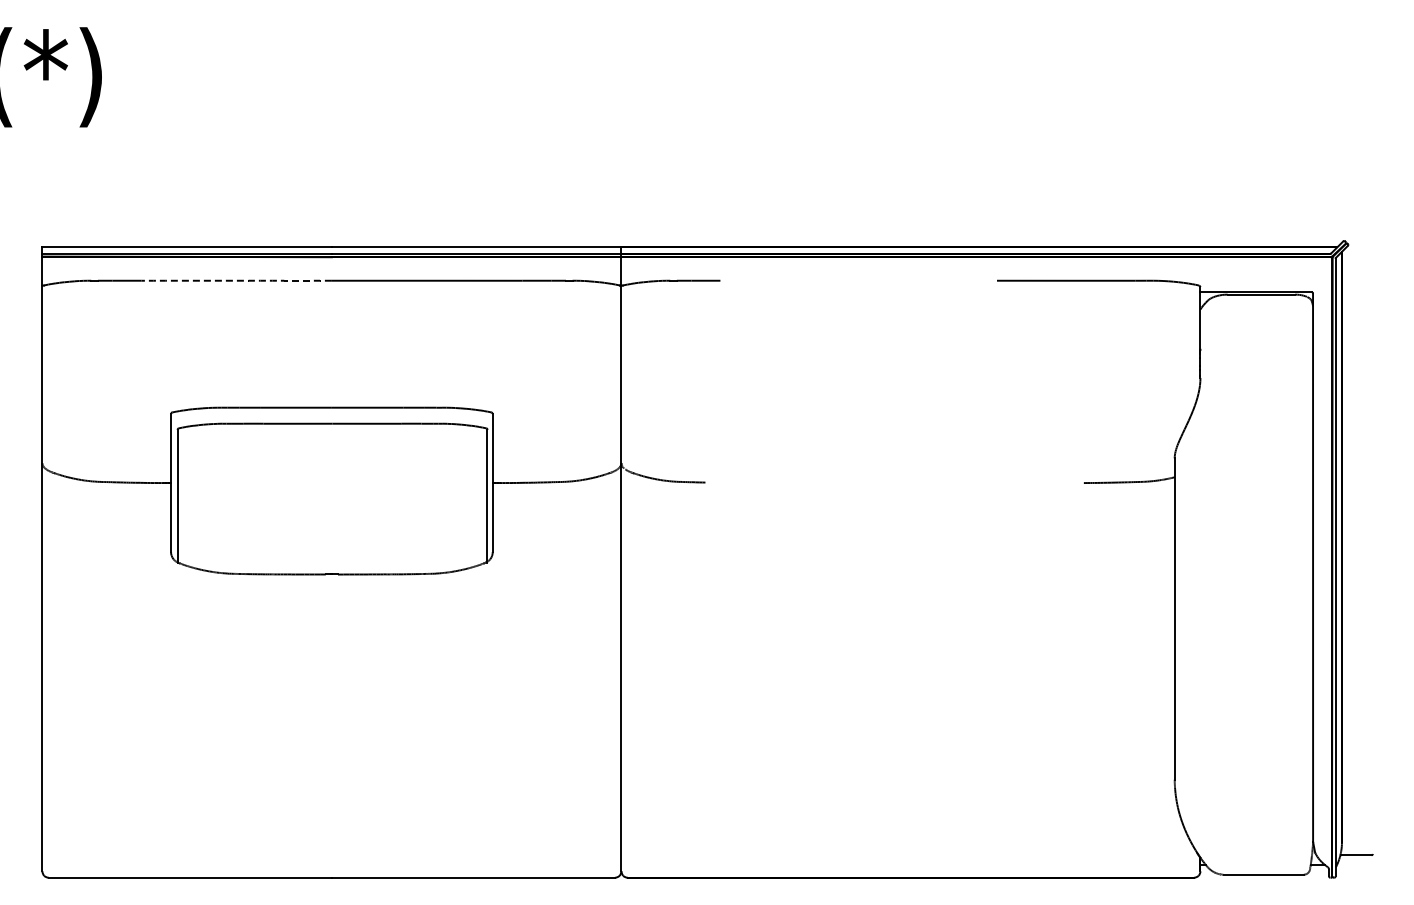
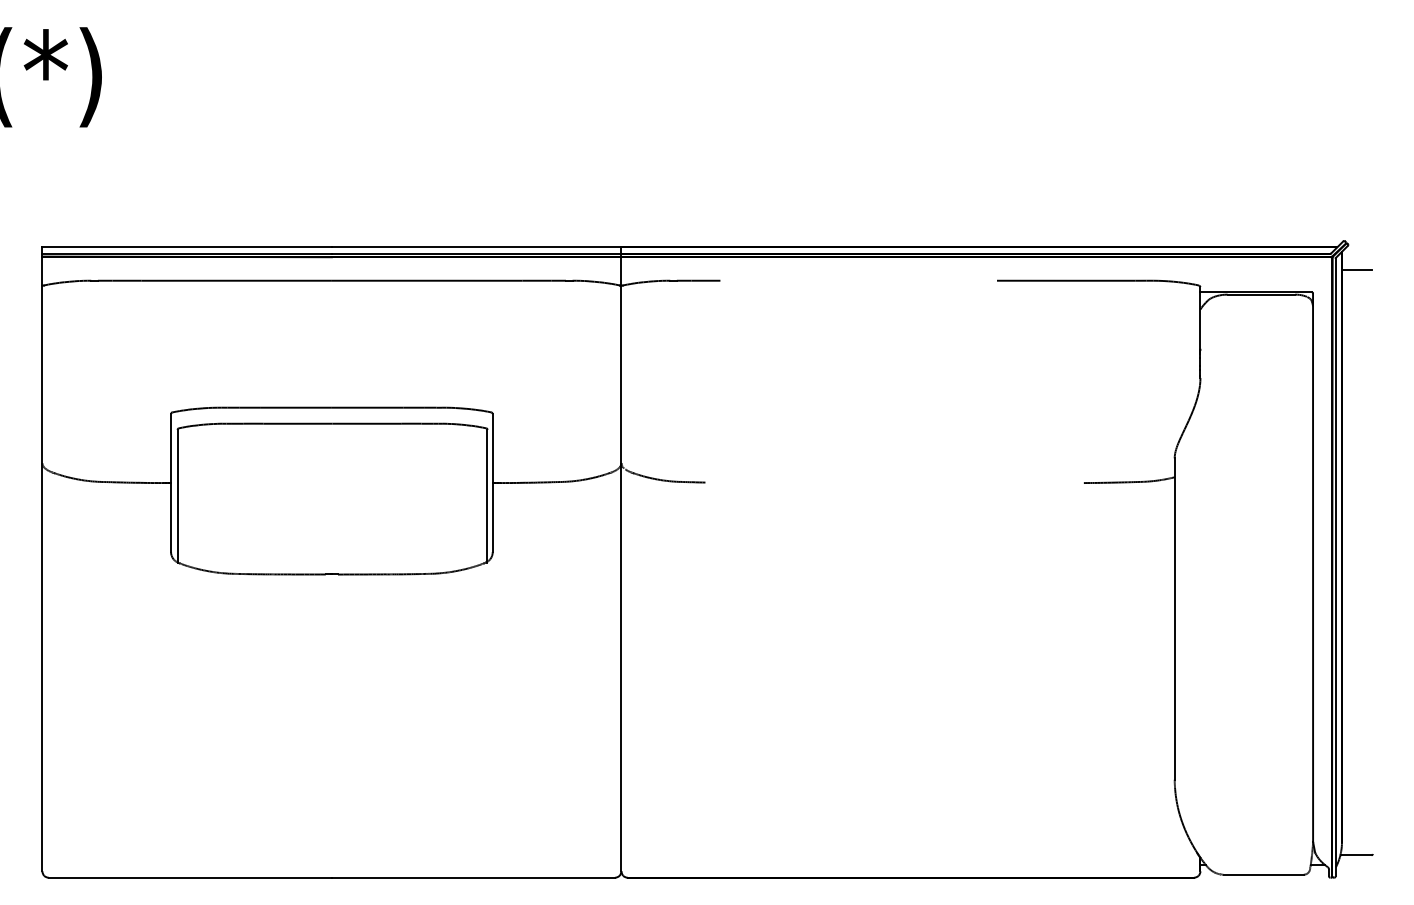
line at (1356, 269): none -> present
arc at (236, 280): dashed -> solid
